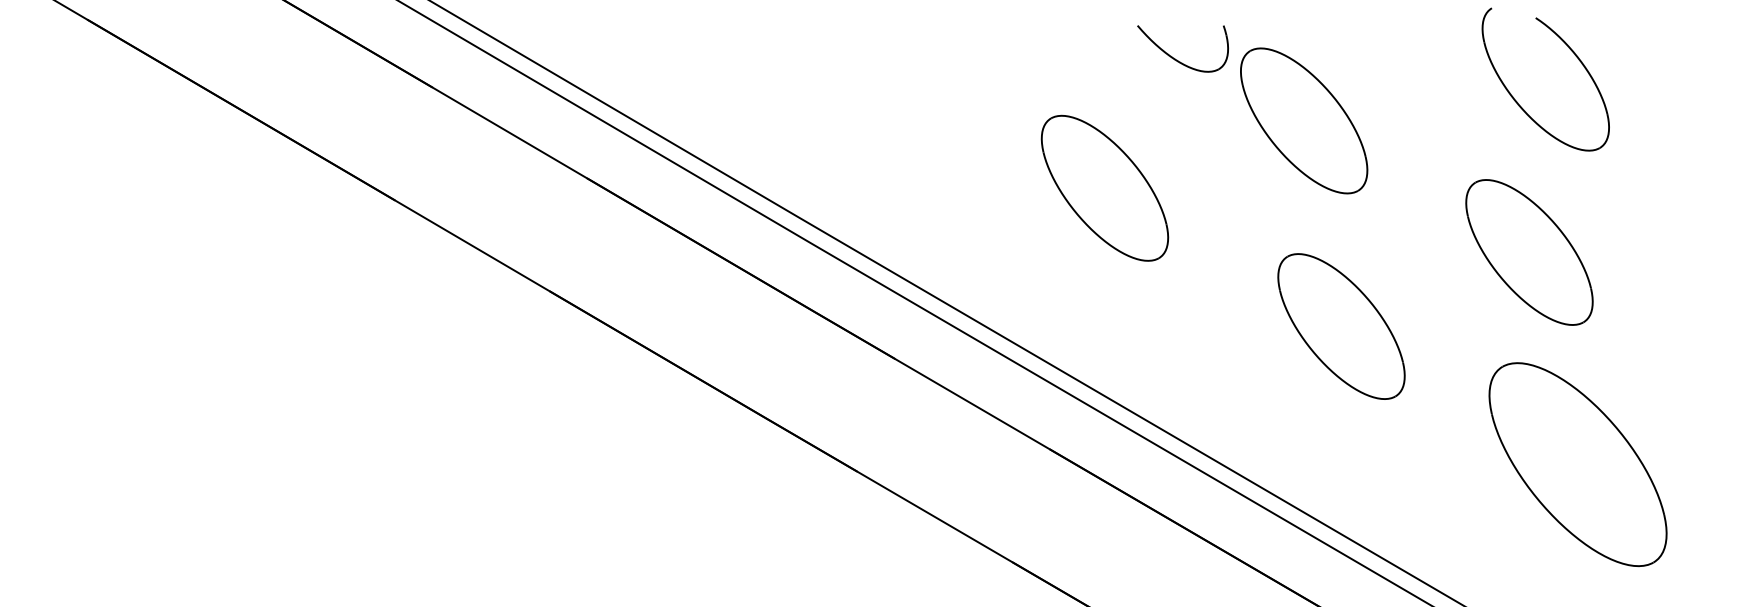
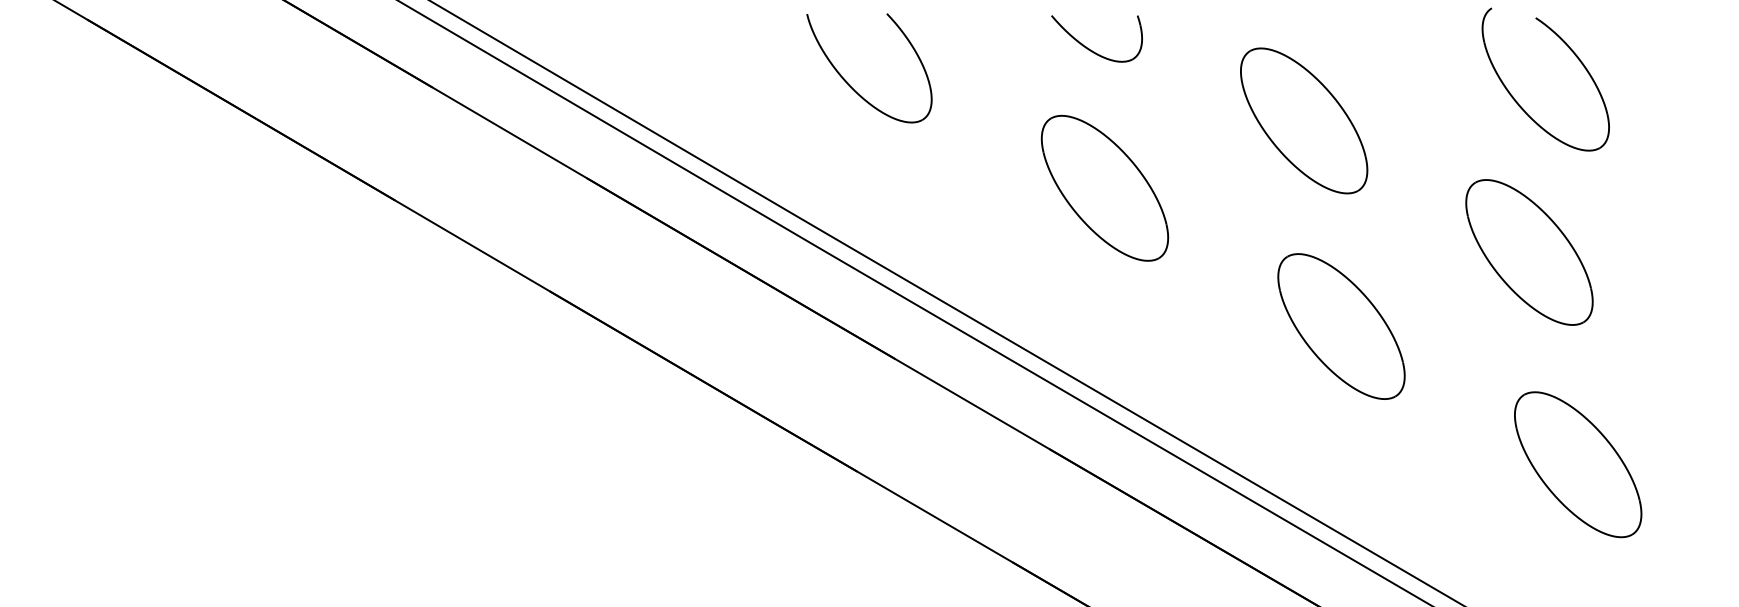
part at (1175, 58) position: (1175, 58) -> (1089, 48)
part at (848, 82): none -> present
part at (1577, 464) size: 180x205 px -> 129x148 px
